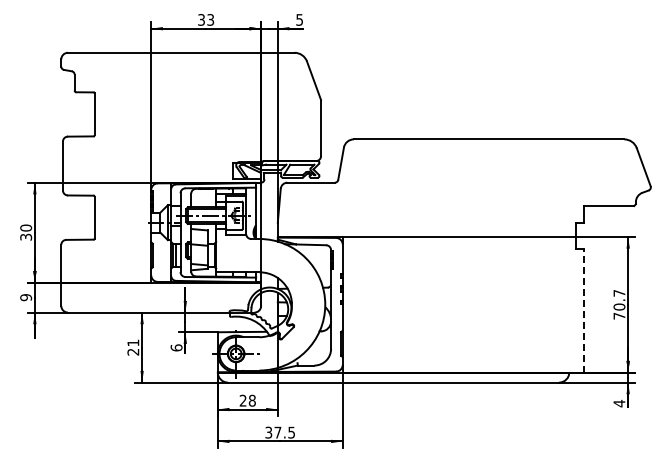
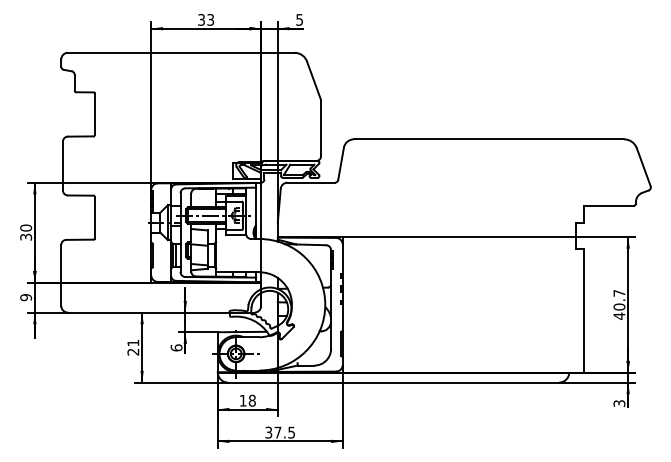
line at (584, 310): dashed -> solid
text at (619, 315): 70.7 -> 40.7
text at (242, 400): 28 -> 18
text at (619, 403): 4 -> 3
